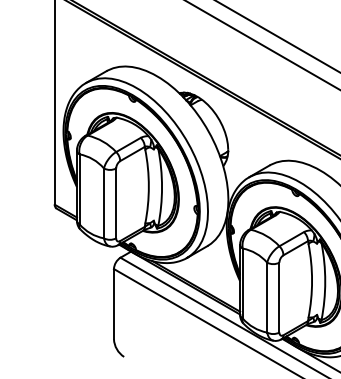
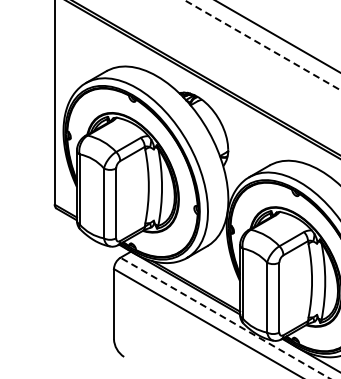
line at (262, 45): solid -> dashed
line at (225, 318): solid -> dashed
